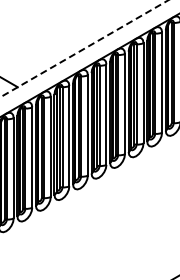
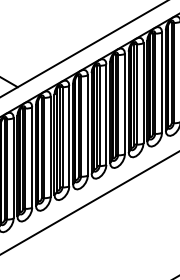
line at (84, 49): dashed -> solid
line at (89, 202): none -> present
